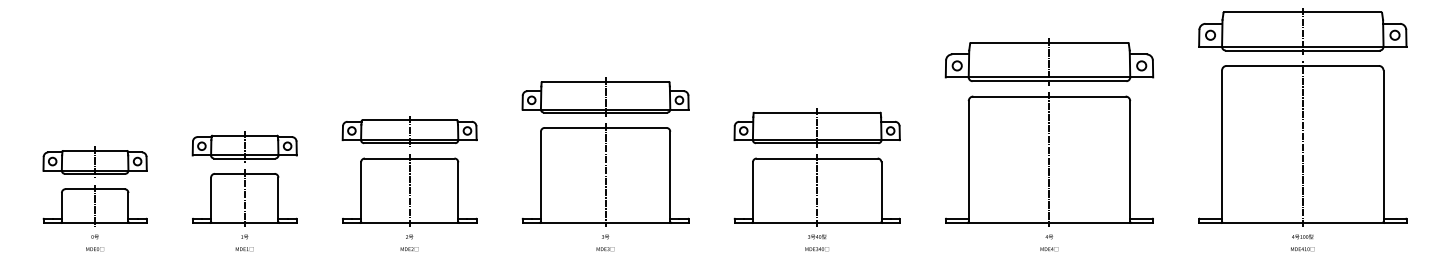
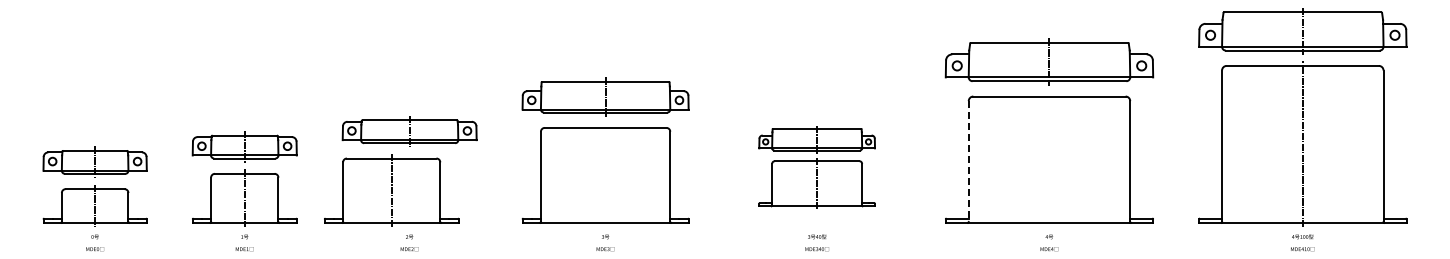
line at (1049, 159): present -> none
line at (968, 161): solid -> dashed
part at (816, 167) size: 168x119 px -> 118x83 px
line at (605, 175): present -> none
part at (409, 190) position: (409, 190) -> (391, 190)
